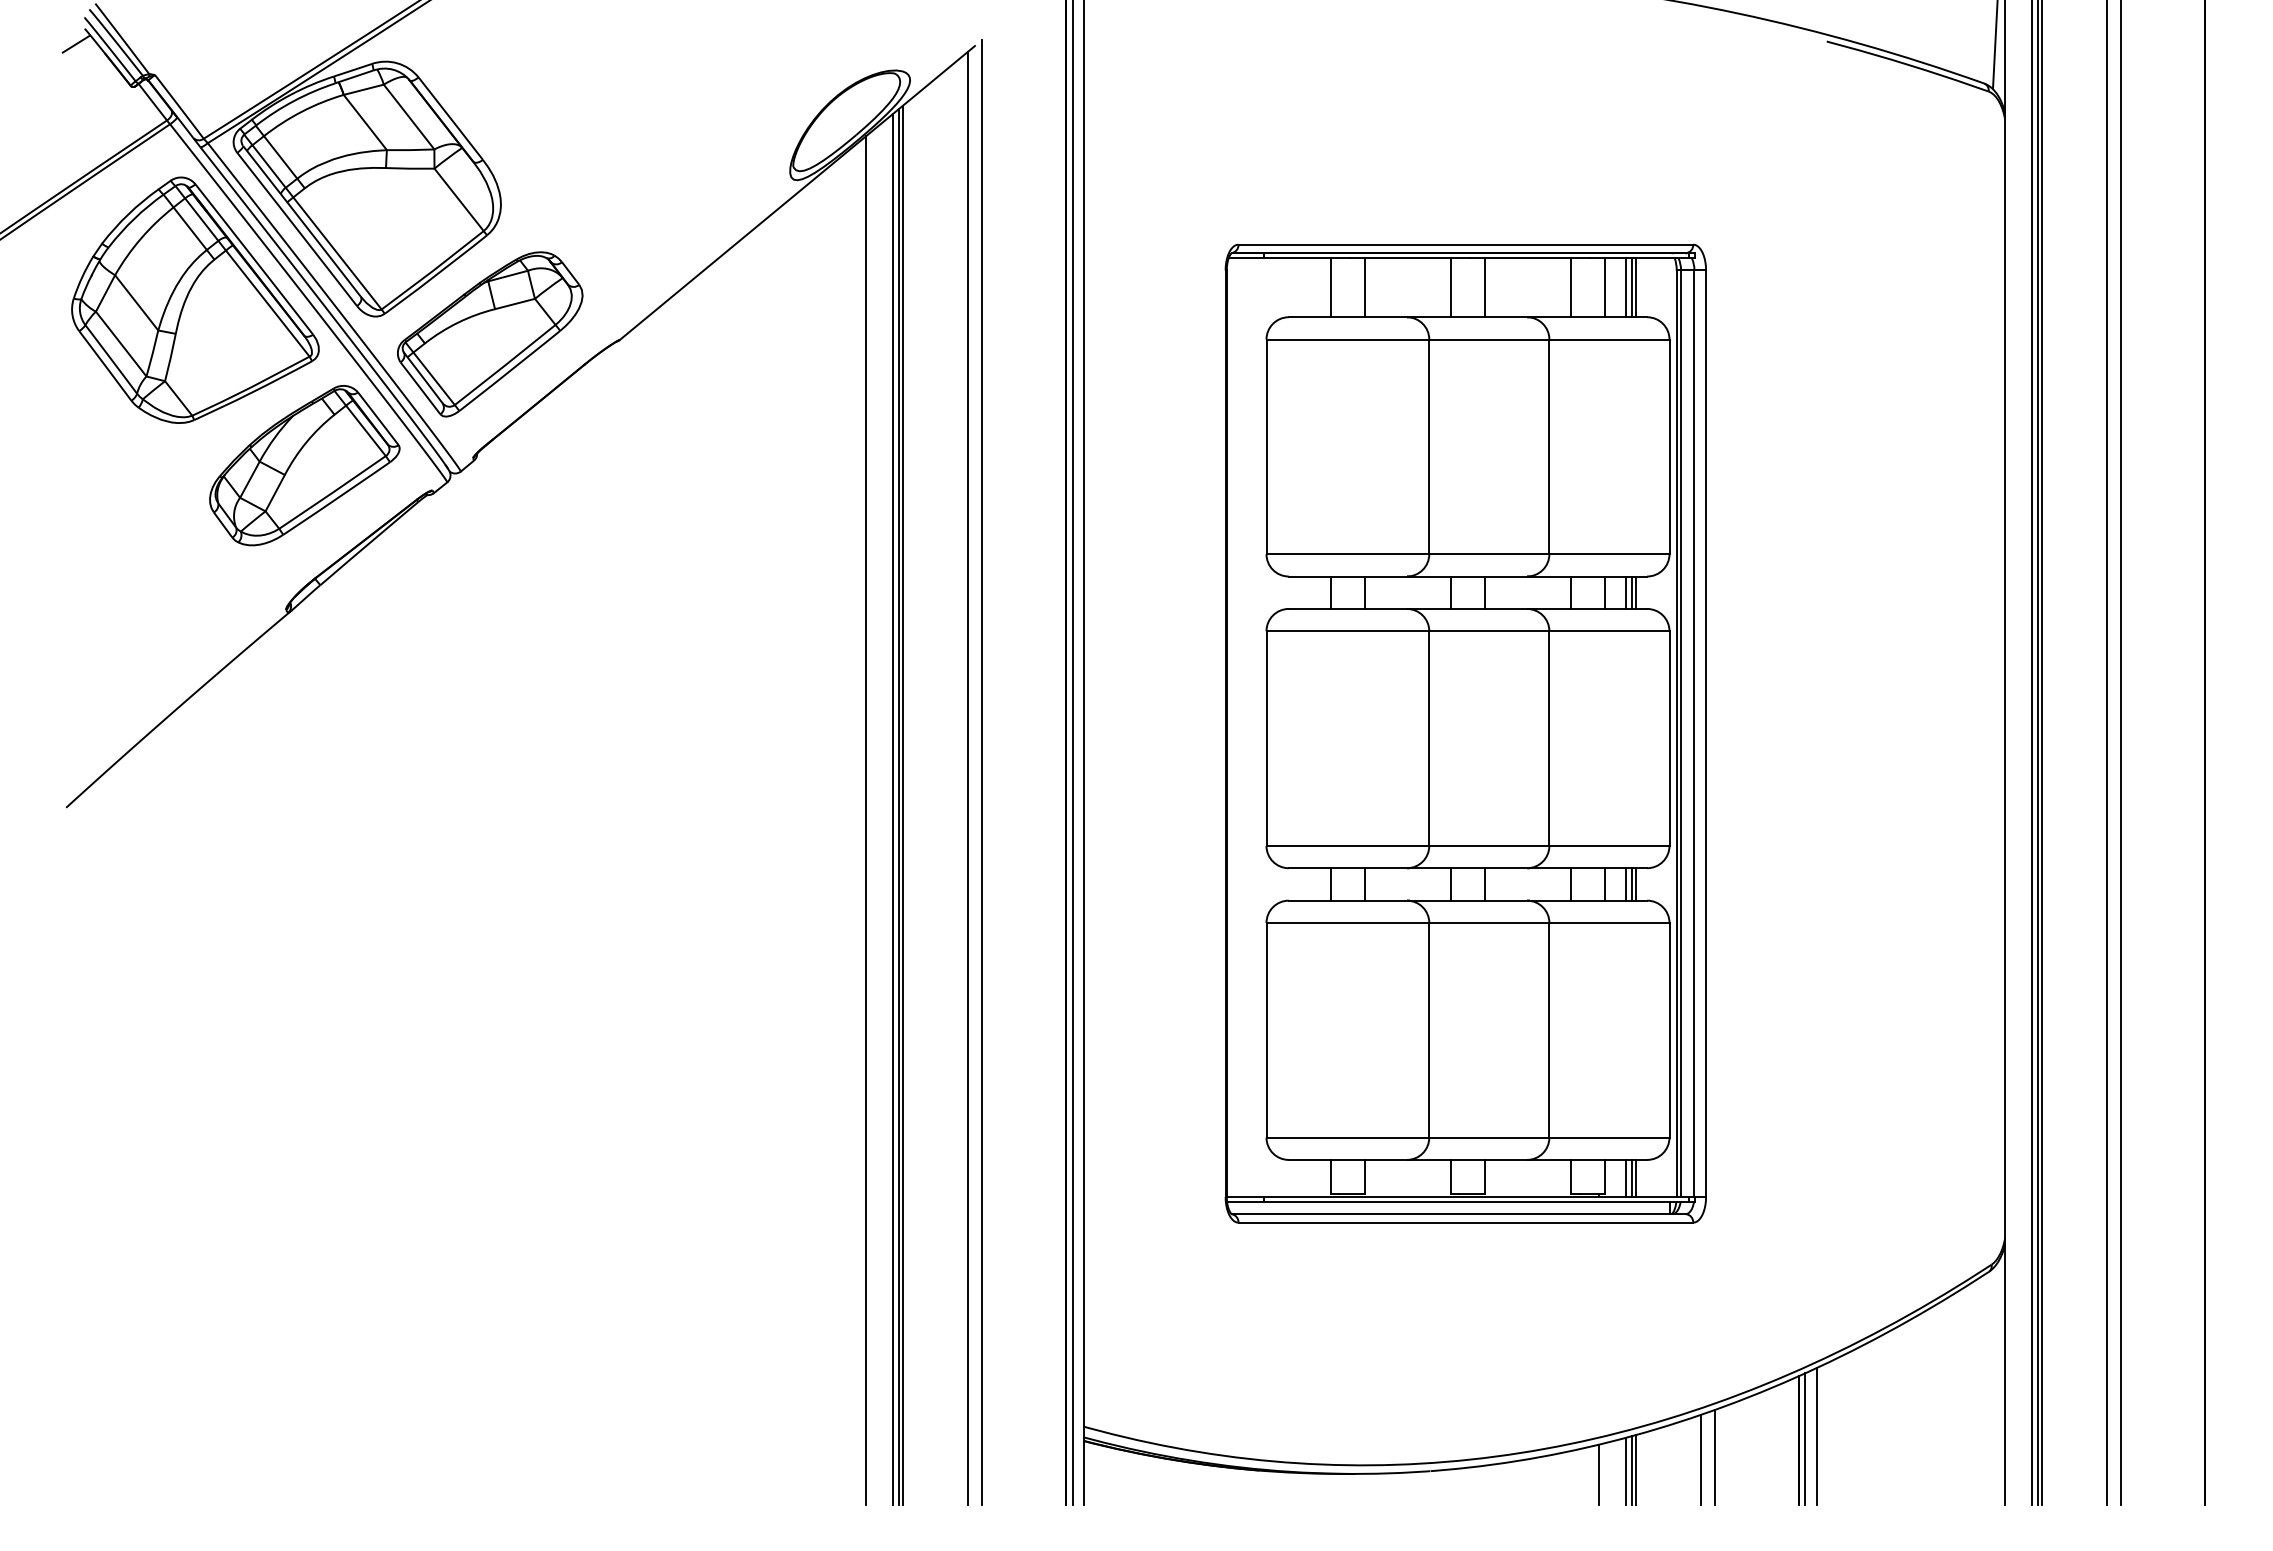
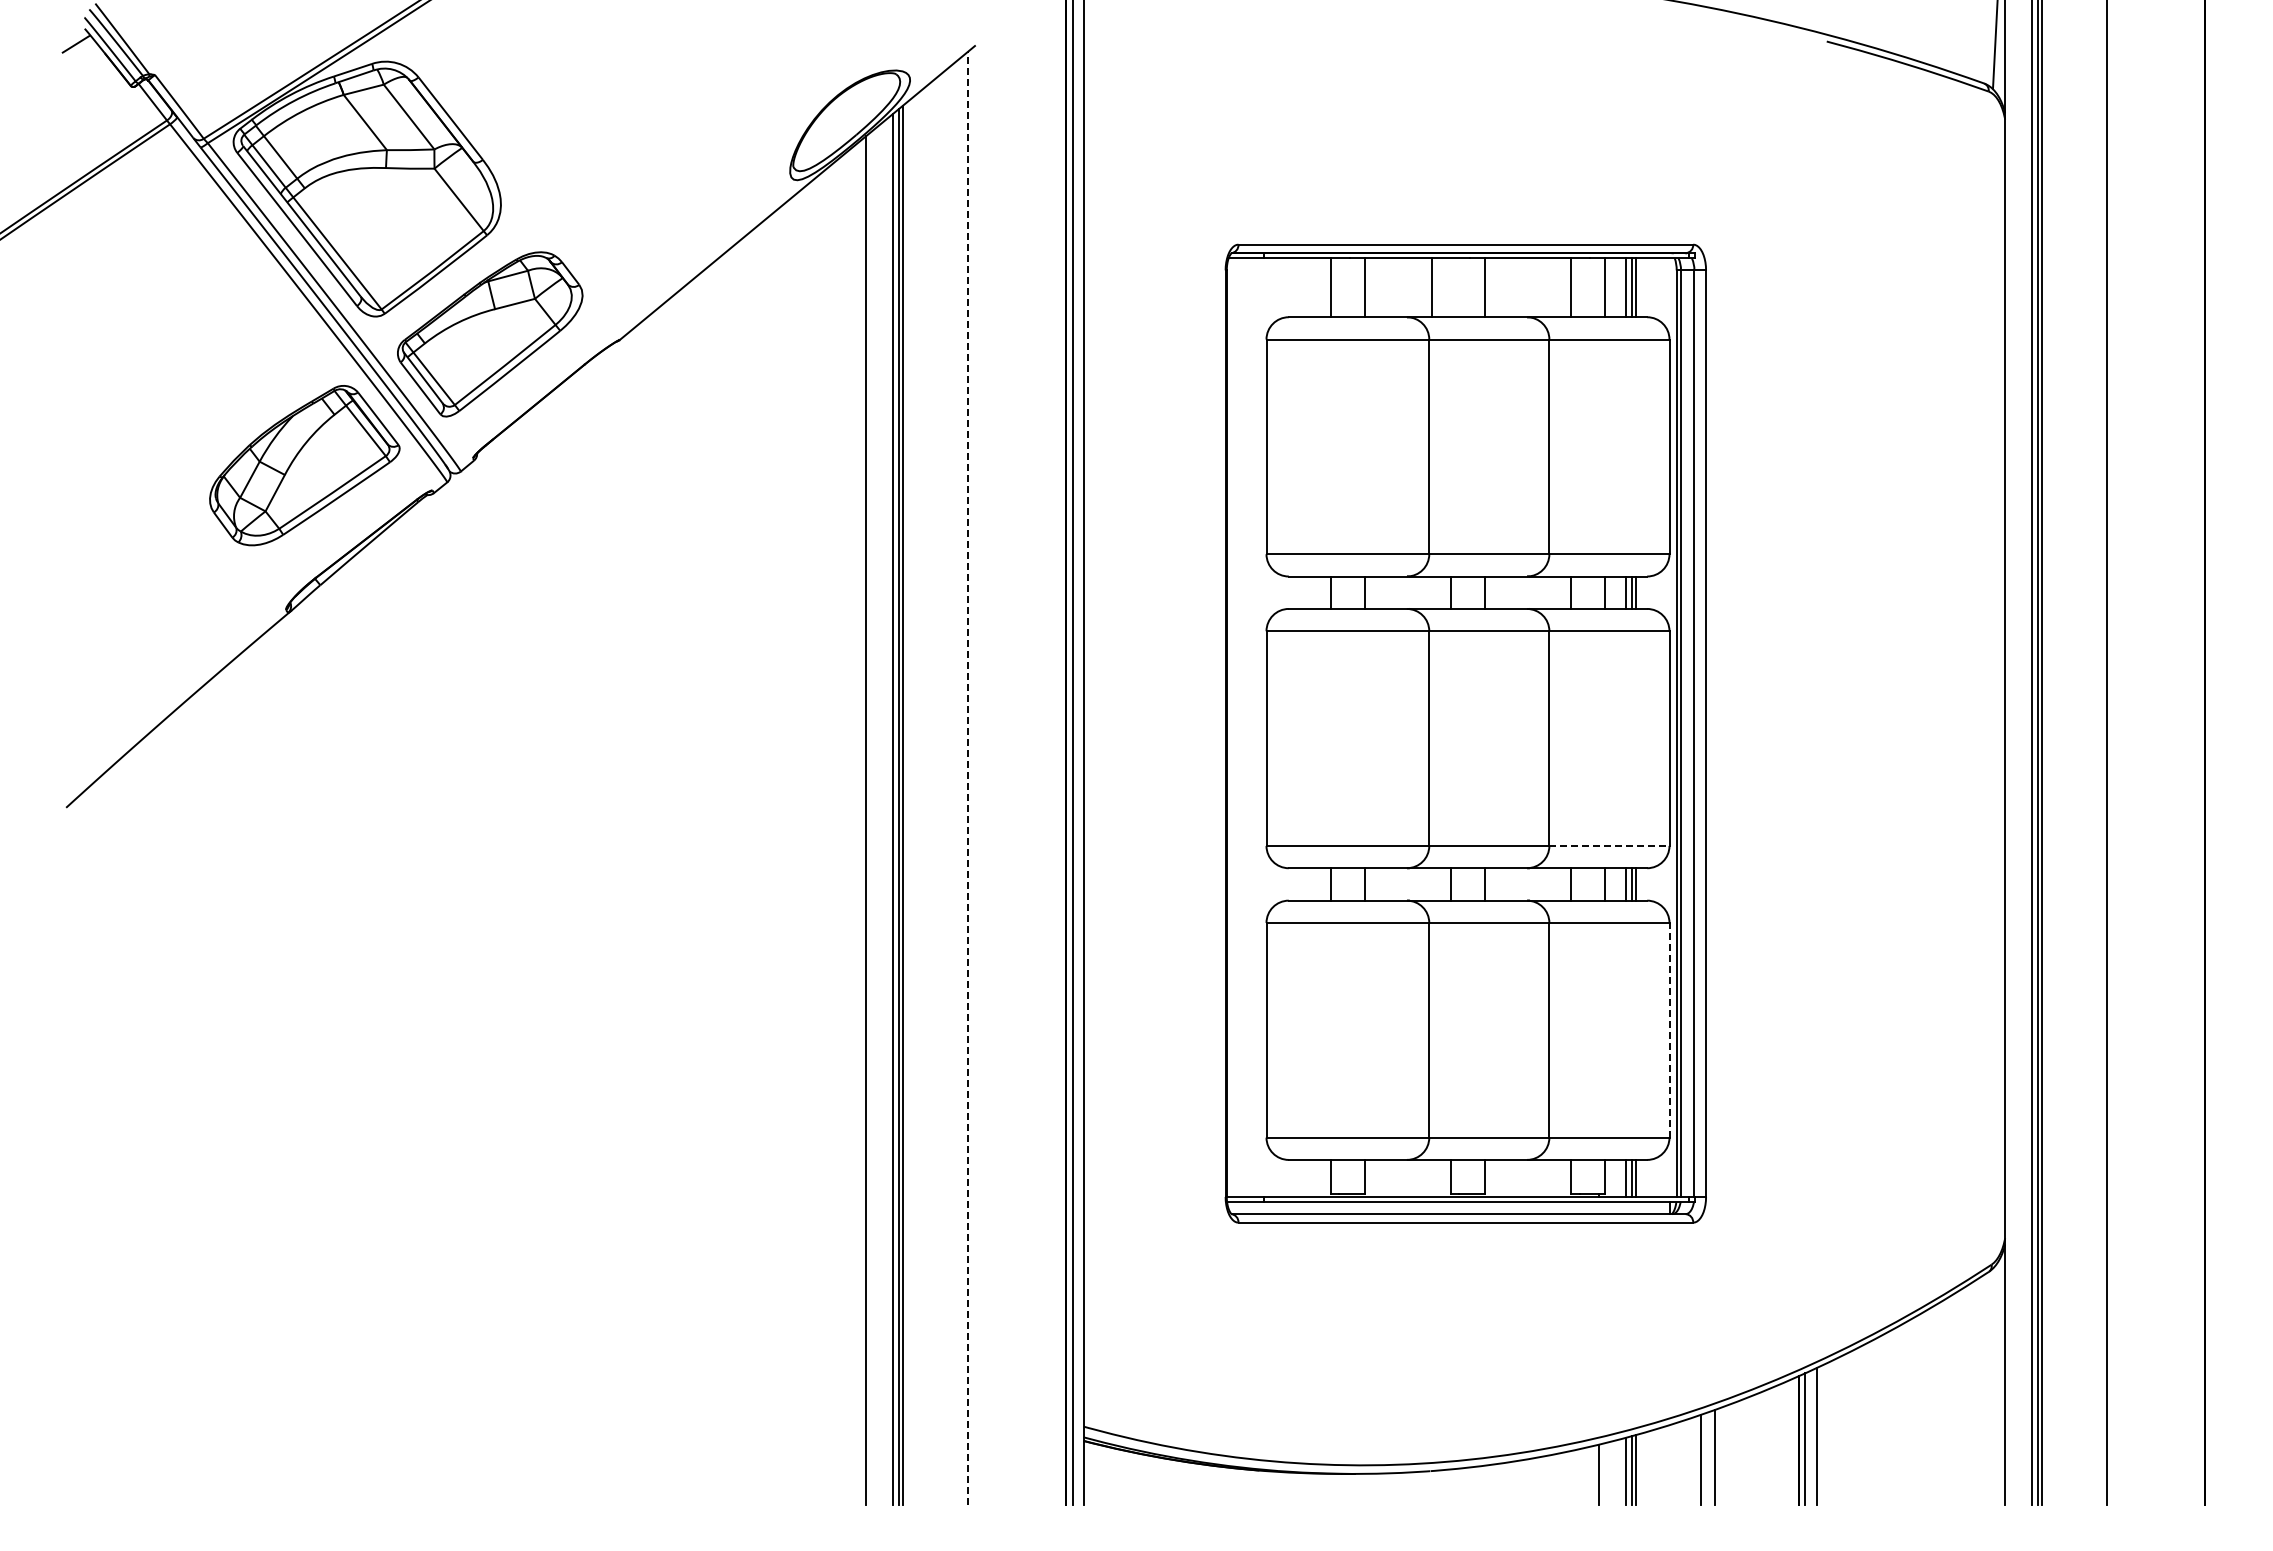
line at (1450, 287) position: (1450, 287) -> (1431, 287)
part at (195, 299): present -> none
line at (2120, 753): present -> none
line at (982, 772): present -> none
line at (968, 778): solid -> dashed
line at (1609, 845): solid -> dashed
line at (1669, 1029): solid -> dashed
